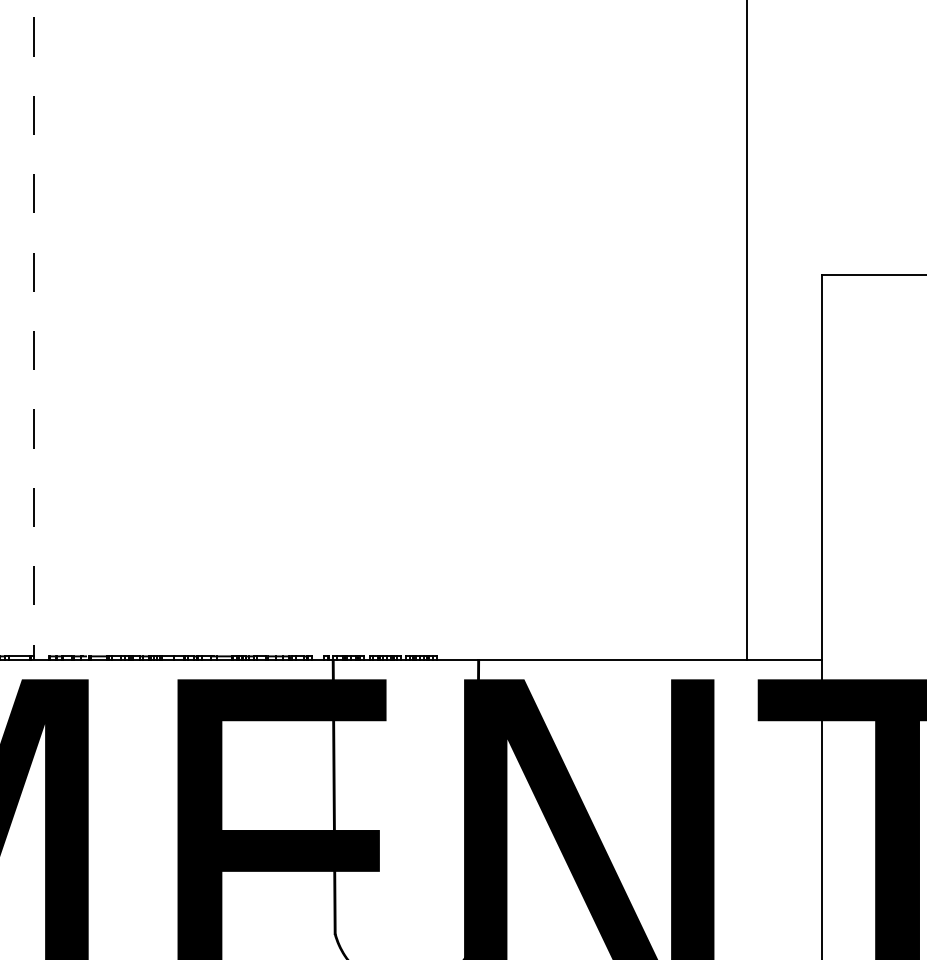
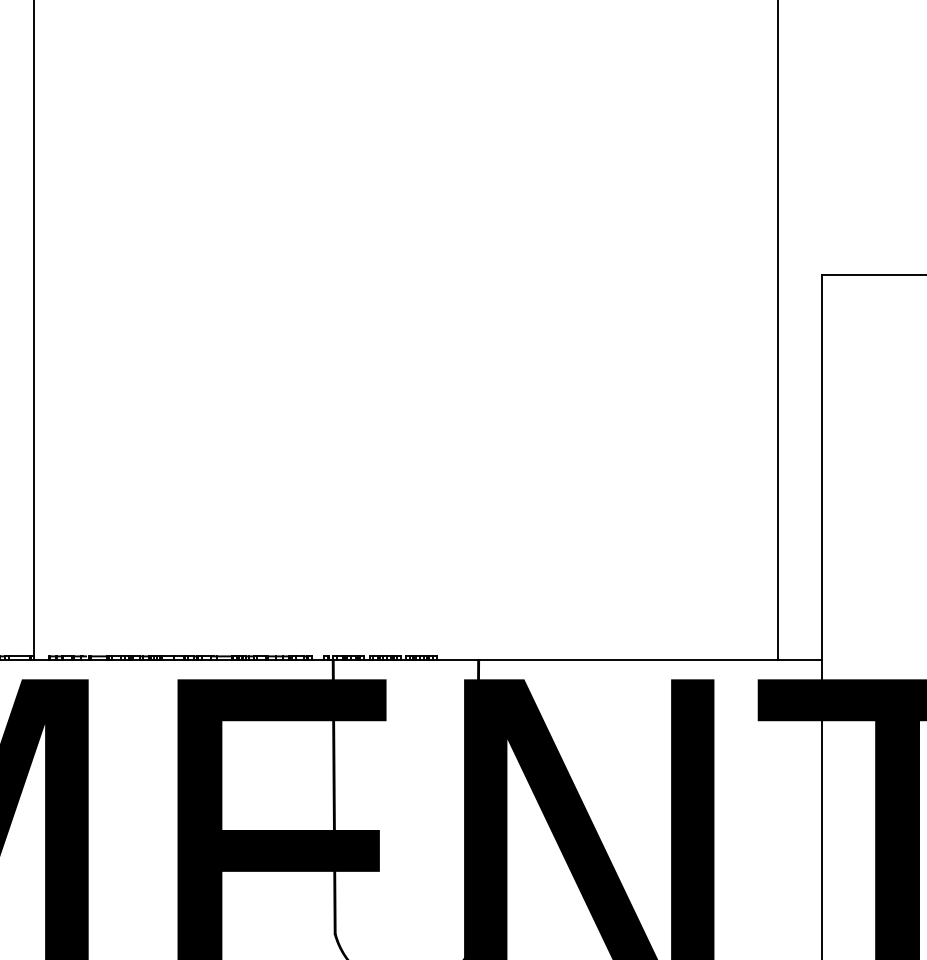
line at (33, 330): dashed -> solid
line at (747, 331) position: (747, 331) -> (778, 331)
